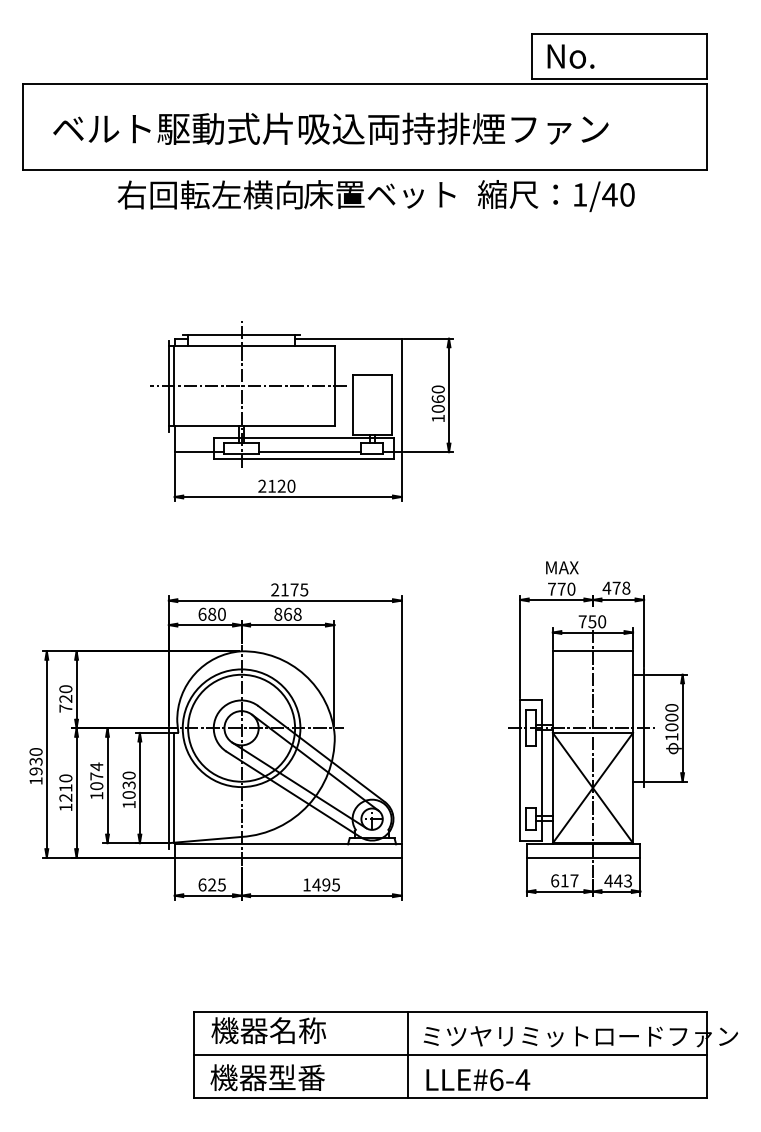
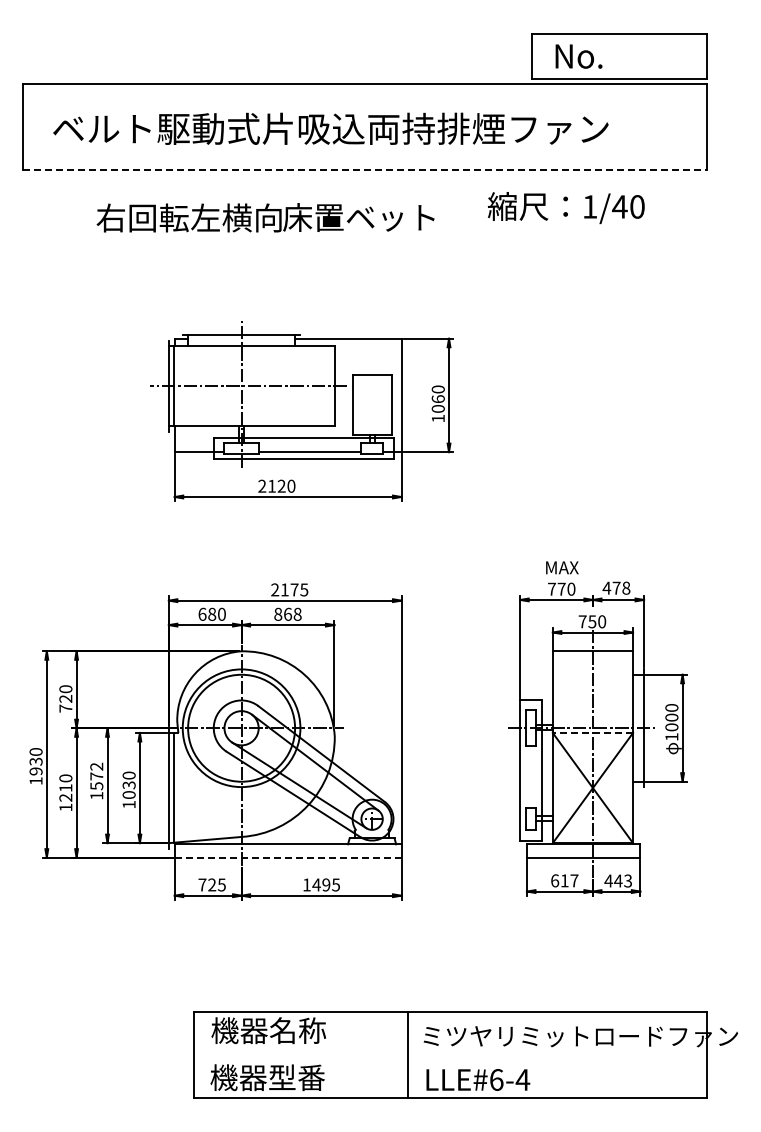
text at (570, 56) position: (570, 56) -> (578, 56)
line at (365, 169): solid -> dashed
text at (286, 194) position: (286, 194) -> (265, 217)
text at (555, 196) position: (555, 196) -> (565, 208)
line at (592, 732): solid -> dashed
text at (96, 776): 1074 -> 1572
line at (288, 857): solid -> dashed
text at (202, 884): 625 -> 725
line at (450, 1055): present -> none
